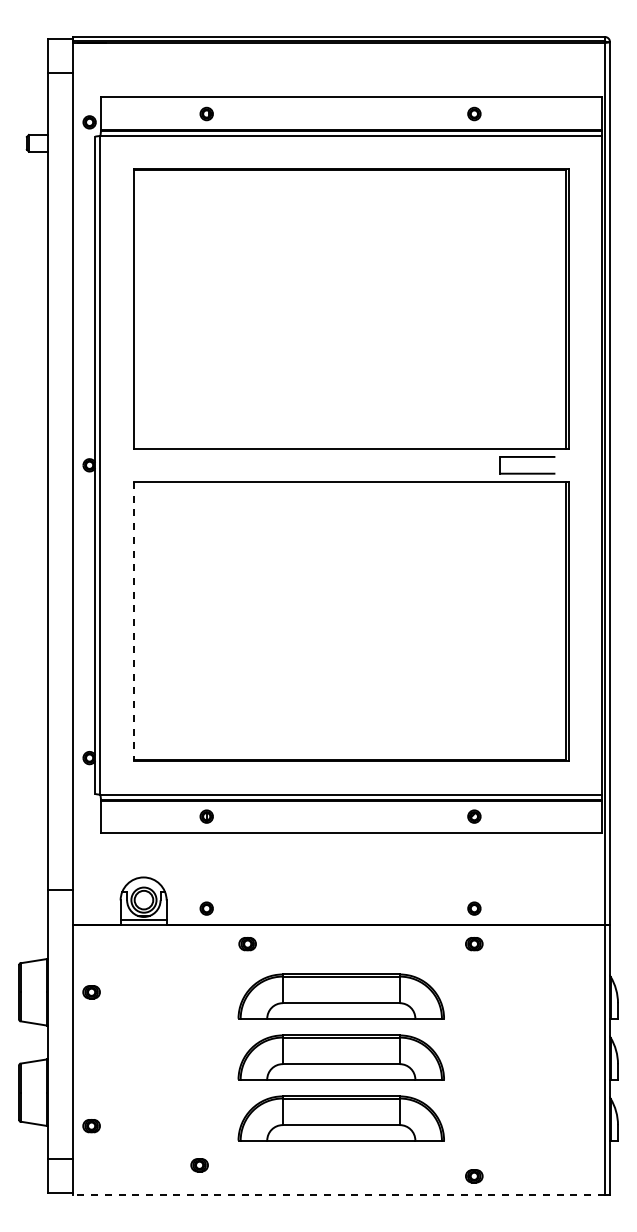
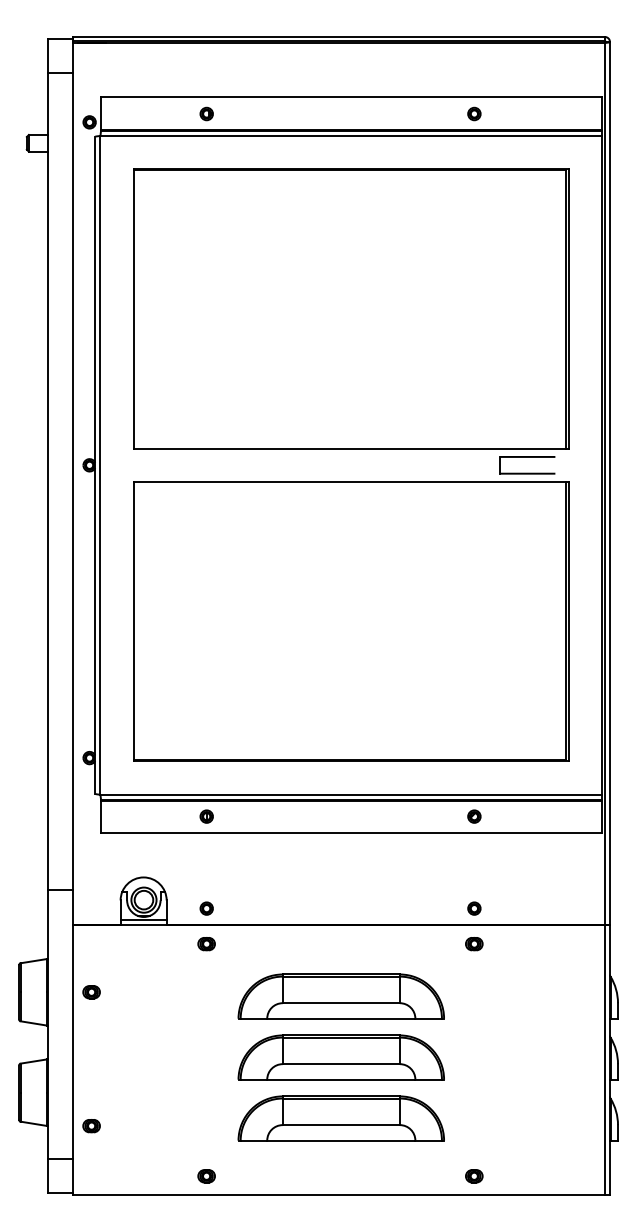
line at (133, 621): dashed -> solid
part at (247, 944) position: (247, 944) -> (206, 944)
part at (199, 1165) position: (199, 1165) -> (206, 1176)
line at (338, 1195): dashed -> solid
